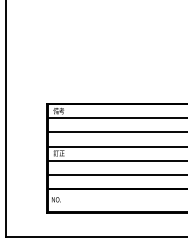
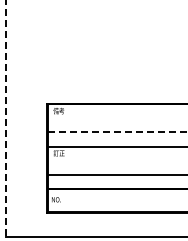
line at (115, 118): present -> none
line at (6, 119): solid -> dashed
line at (117, 132): solid -> dashed
line at (115, 160): present -> none
